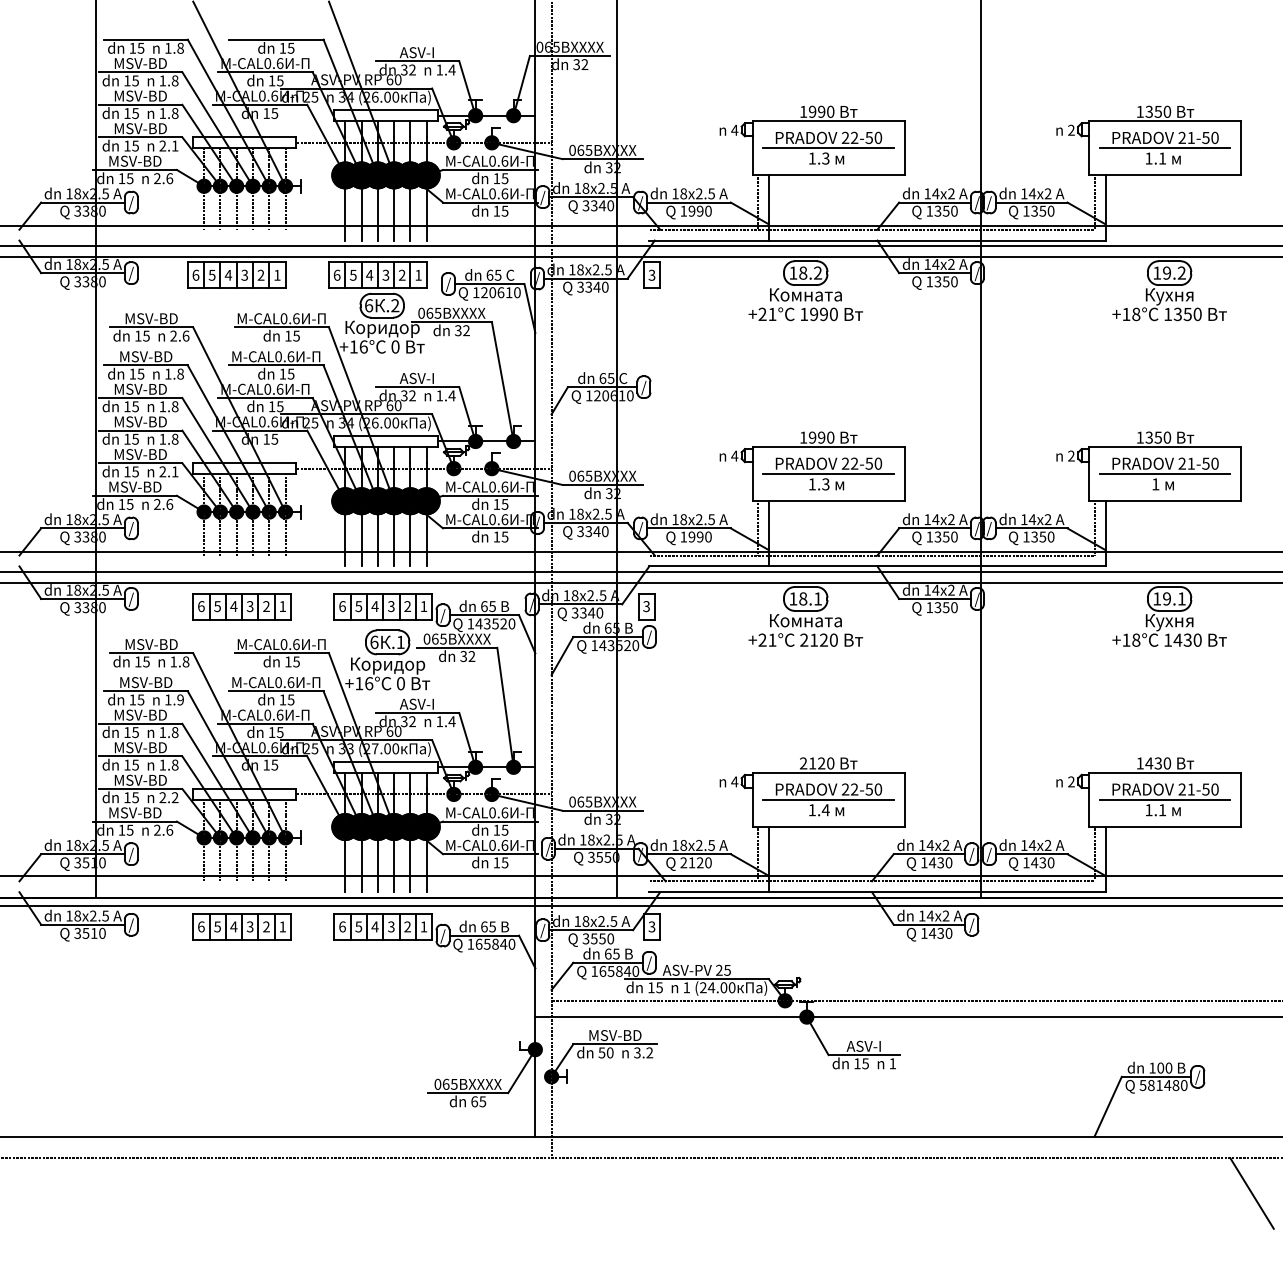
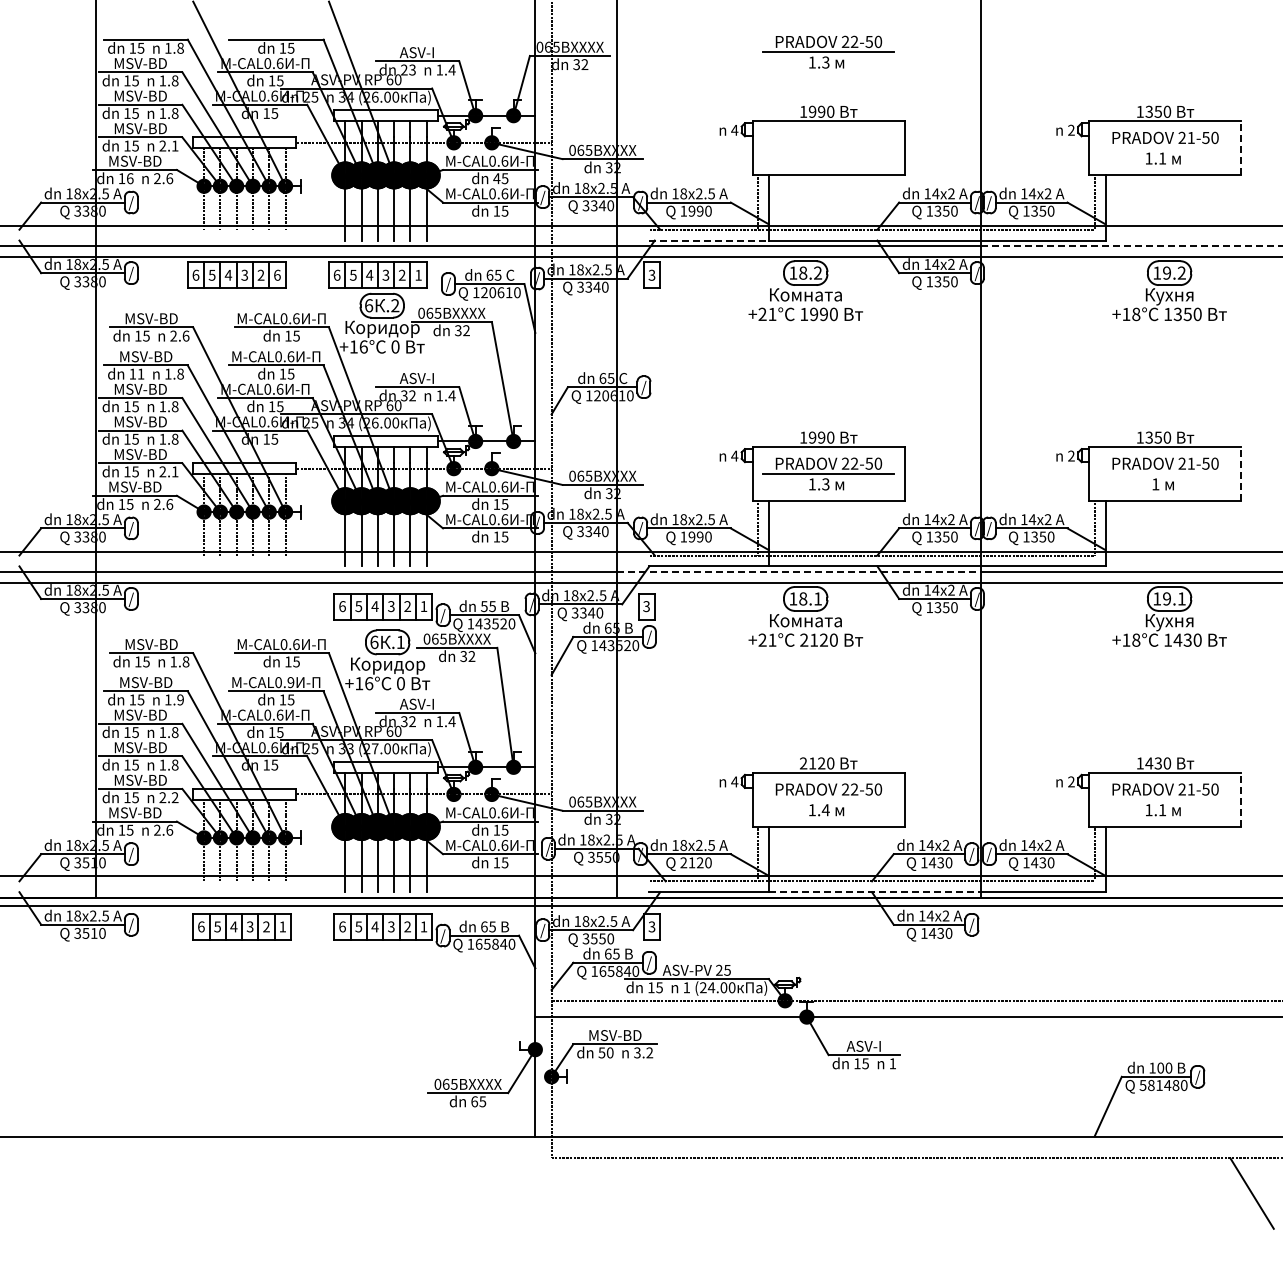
text at (408, 70): 32 -> 23
part at (828, 147) position: (828, 147) -> (828, 51)
line at (1241, 147): solid -> dashed
line at (1165, 148): present -> none
text at (129, 178): 15 -> 16
text at (496, 178): 15 -> 45
line at (709, 240): solid -> dashed
line at (1131, 246): solid -> dashed
text at (277, 274): 1 -> 6
text at (140, 373): 15 -> 11
line at (1241, 473): solid -> dashed
line at (1165, 474): present -> none
line at (798, 571): solid -> dashed
part at (241, 606): present -> none
text at (484, 606): 65 -> 55
text at (290, 682): M-CAL0.6 -> M-CAL0.9
line at (828, 799): present -> none
line at (1165, 799): present -> none
line at (1241, 799): solid -> dashed
line at (874, 892): solid -> dashed
line at (276, 1158): present -> none
